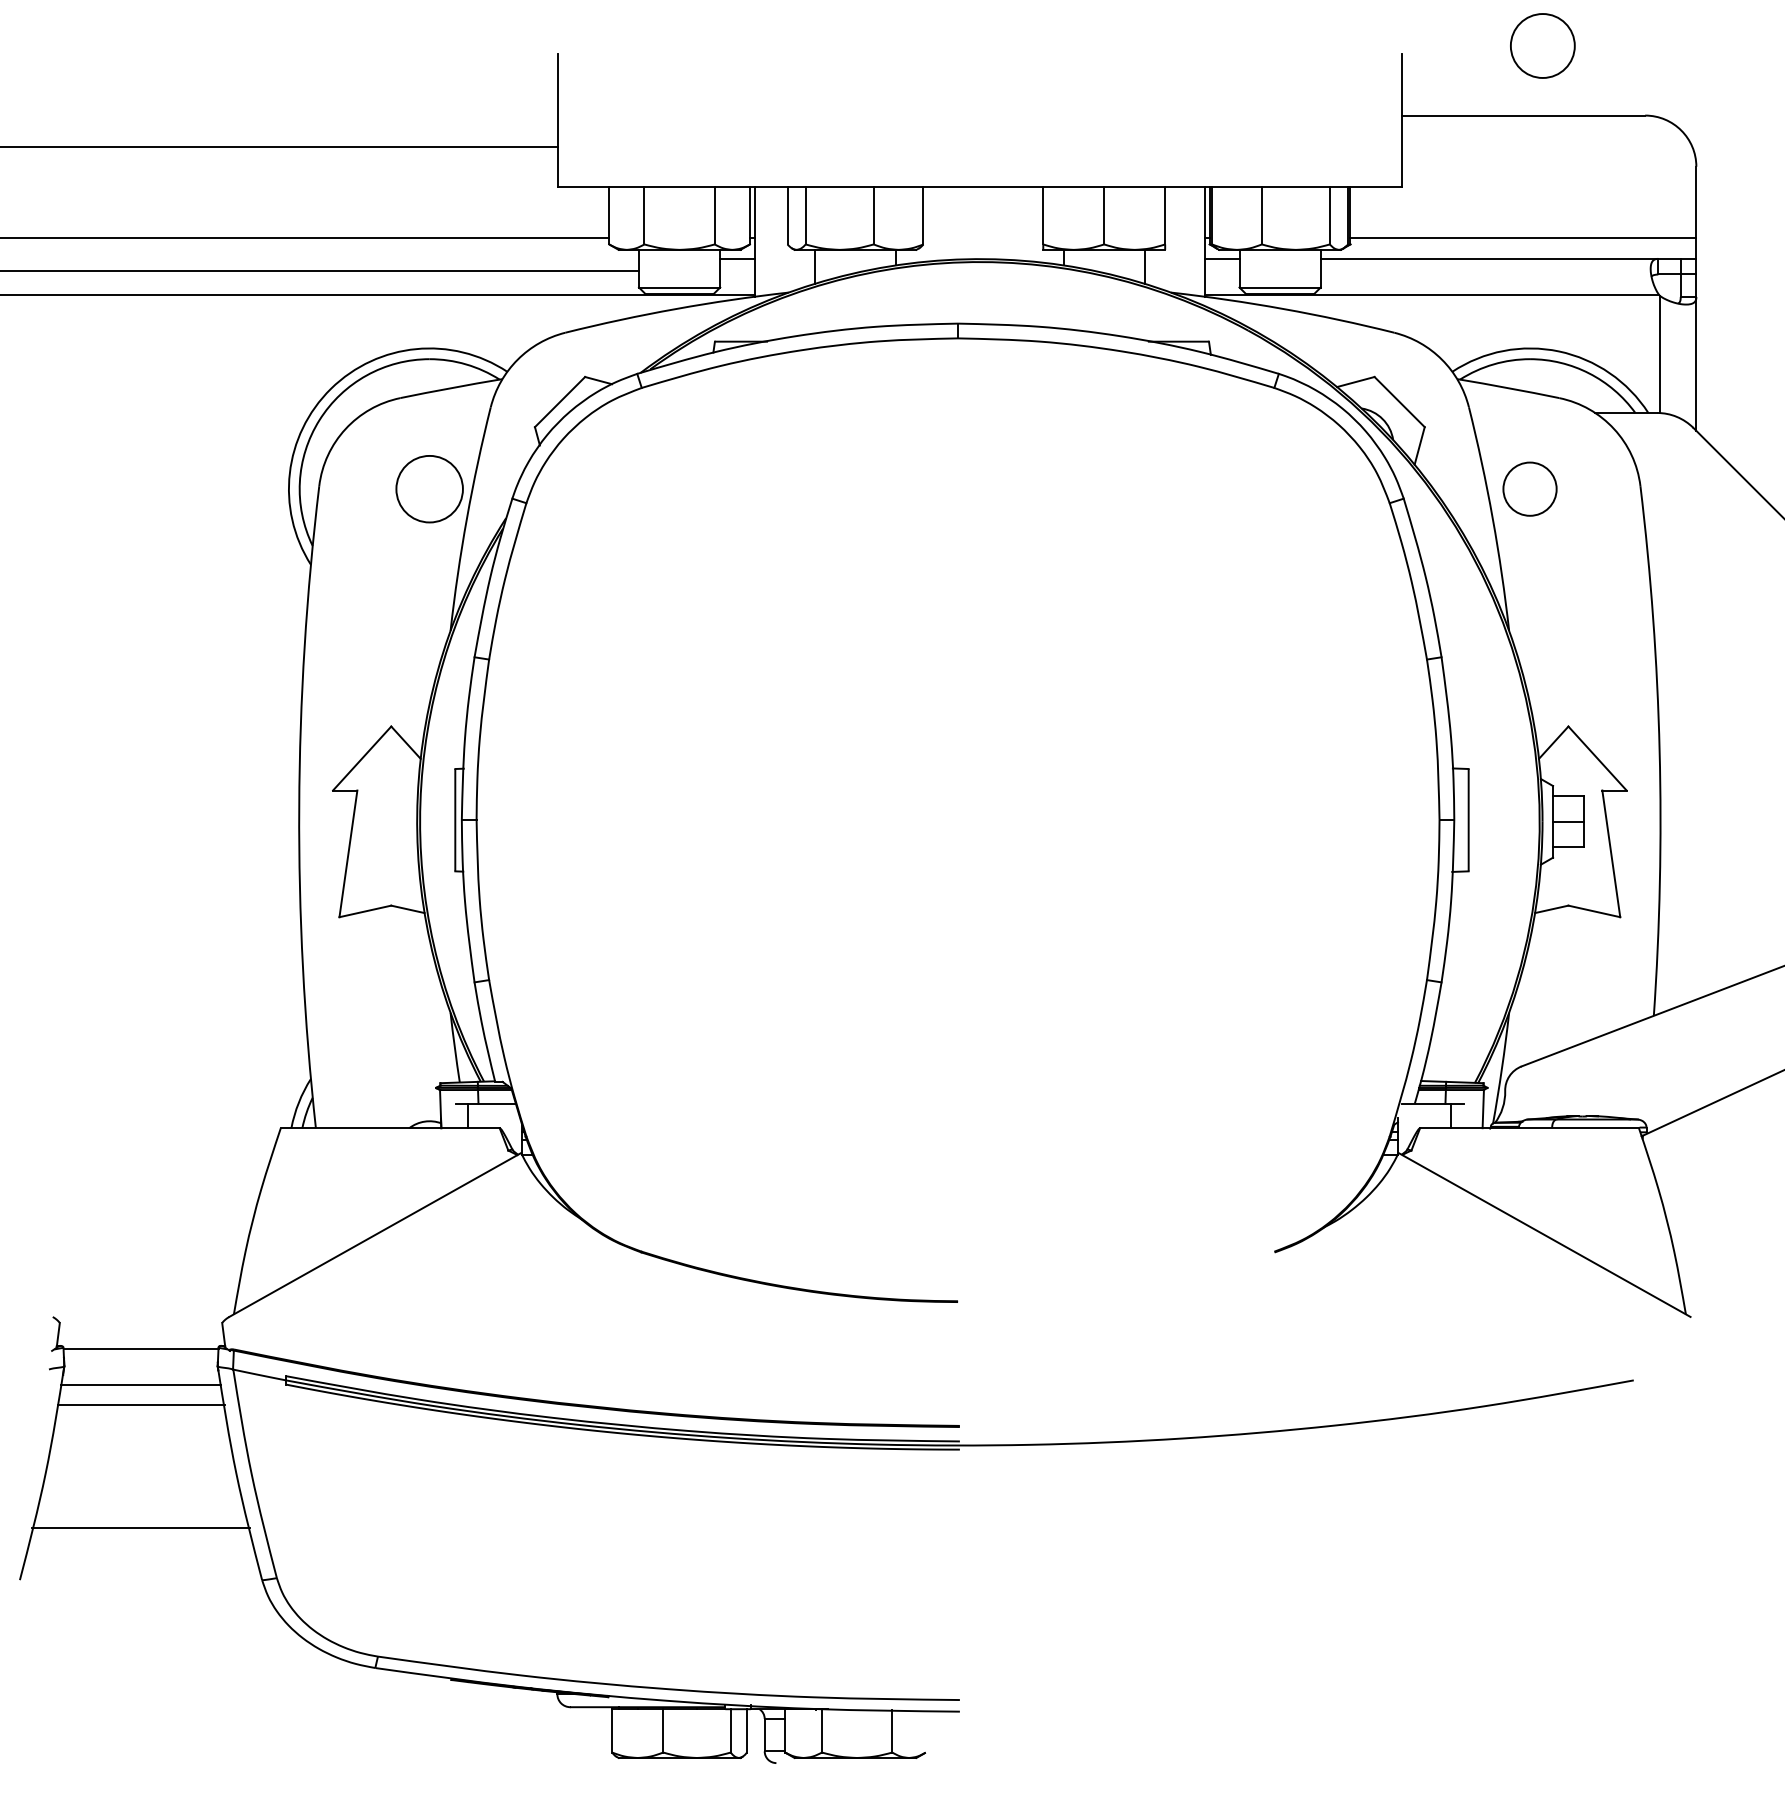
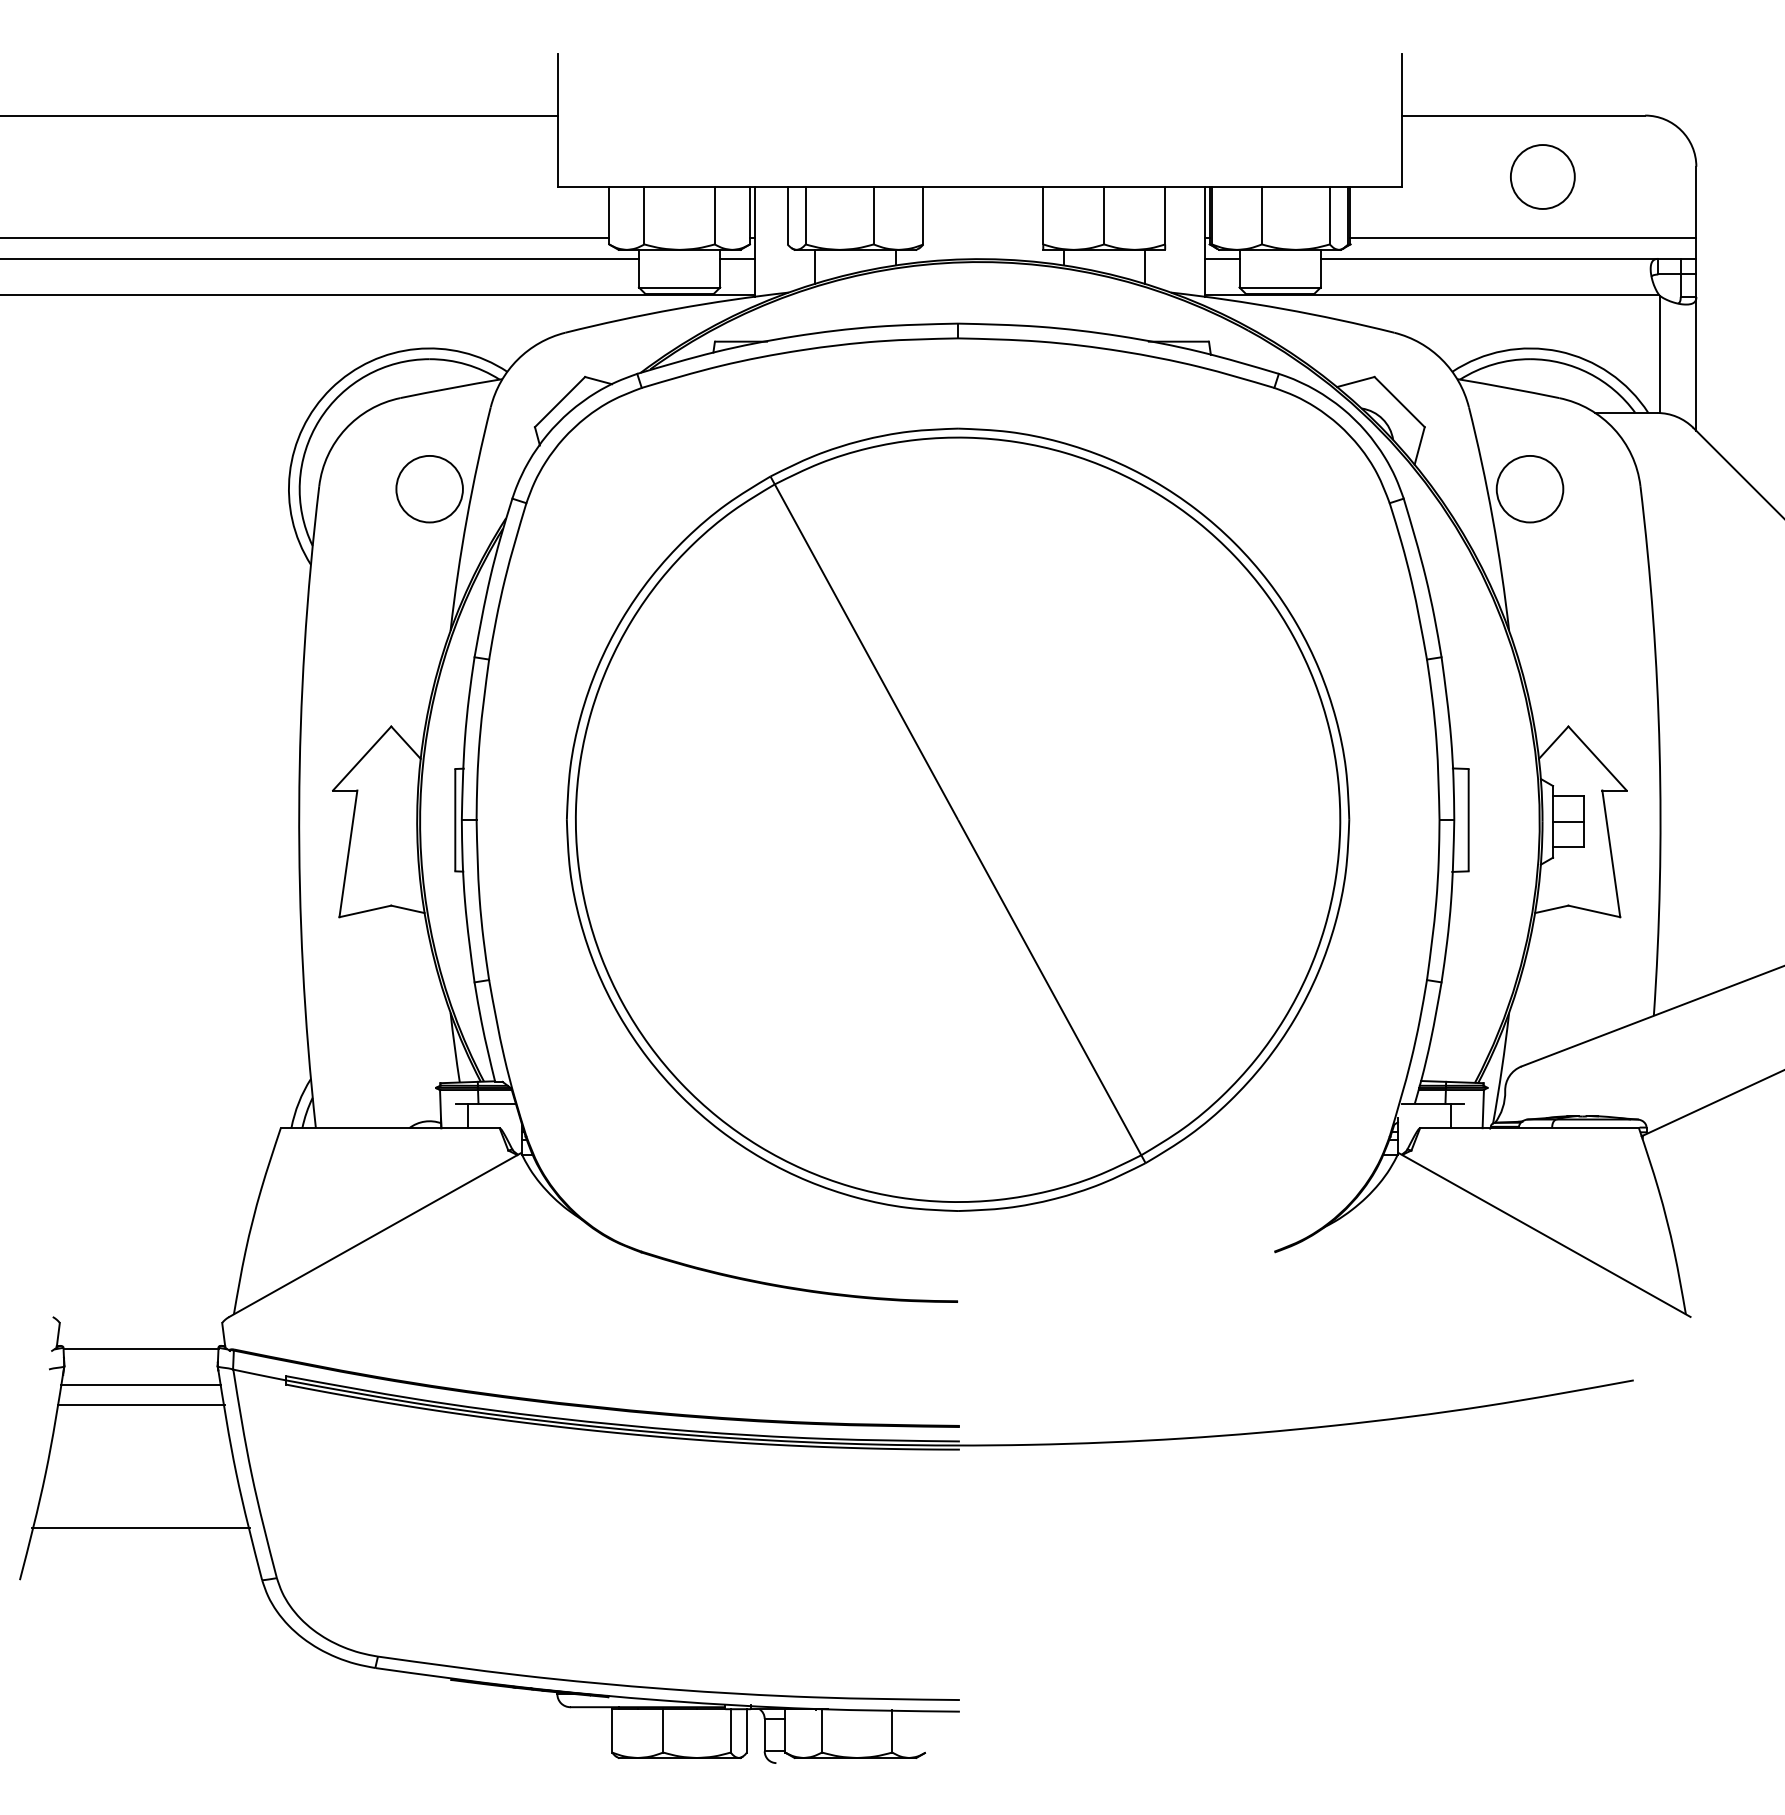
circle at (1542, 45) position: (1542, 45) -> (1542, 176)
line at (279, 146) position: (279, 146) -> (279, 115)
line at (320, 270) position: (320, 270) -> (320, 258)
circle at (1529, 488) diameter: 53 px -> 67 px
part at (958, 819): none -> present
